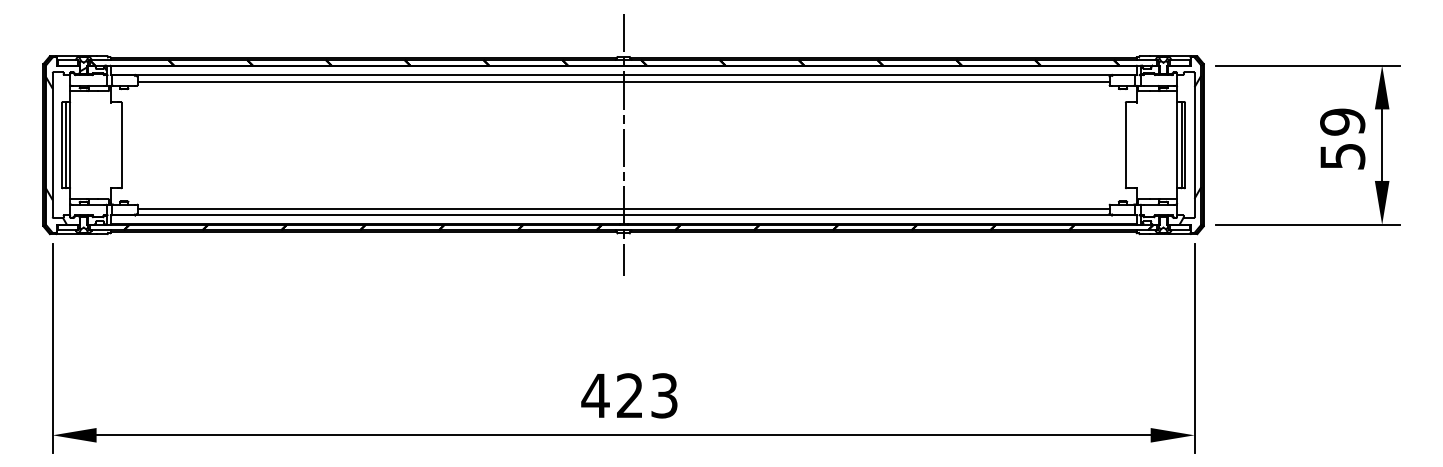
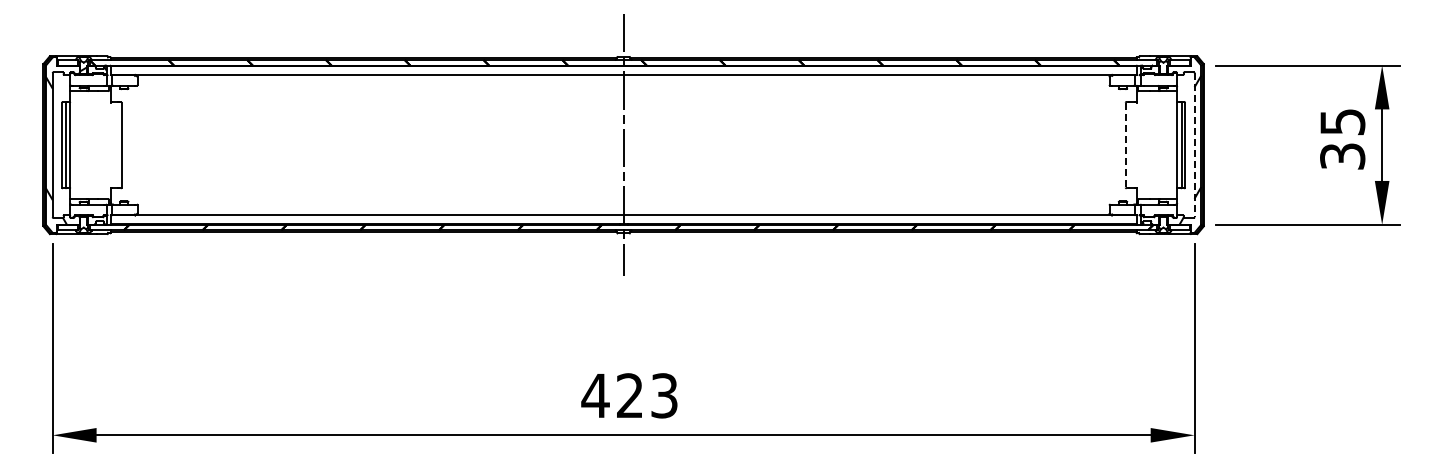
line at (623, 81): present -> none
text at (1342, 138): 59 -> 35
line at (1125, 145): solid -> dashed
line at (1194, 145): solid -> dashed
line at (623, 208): present -> none
